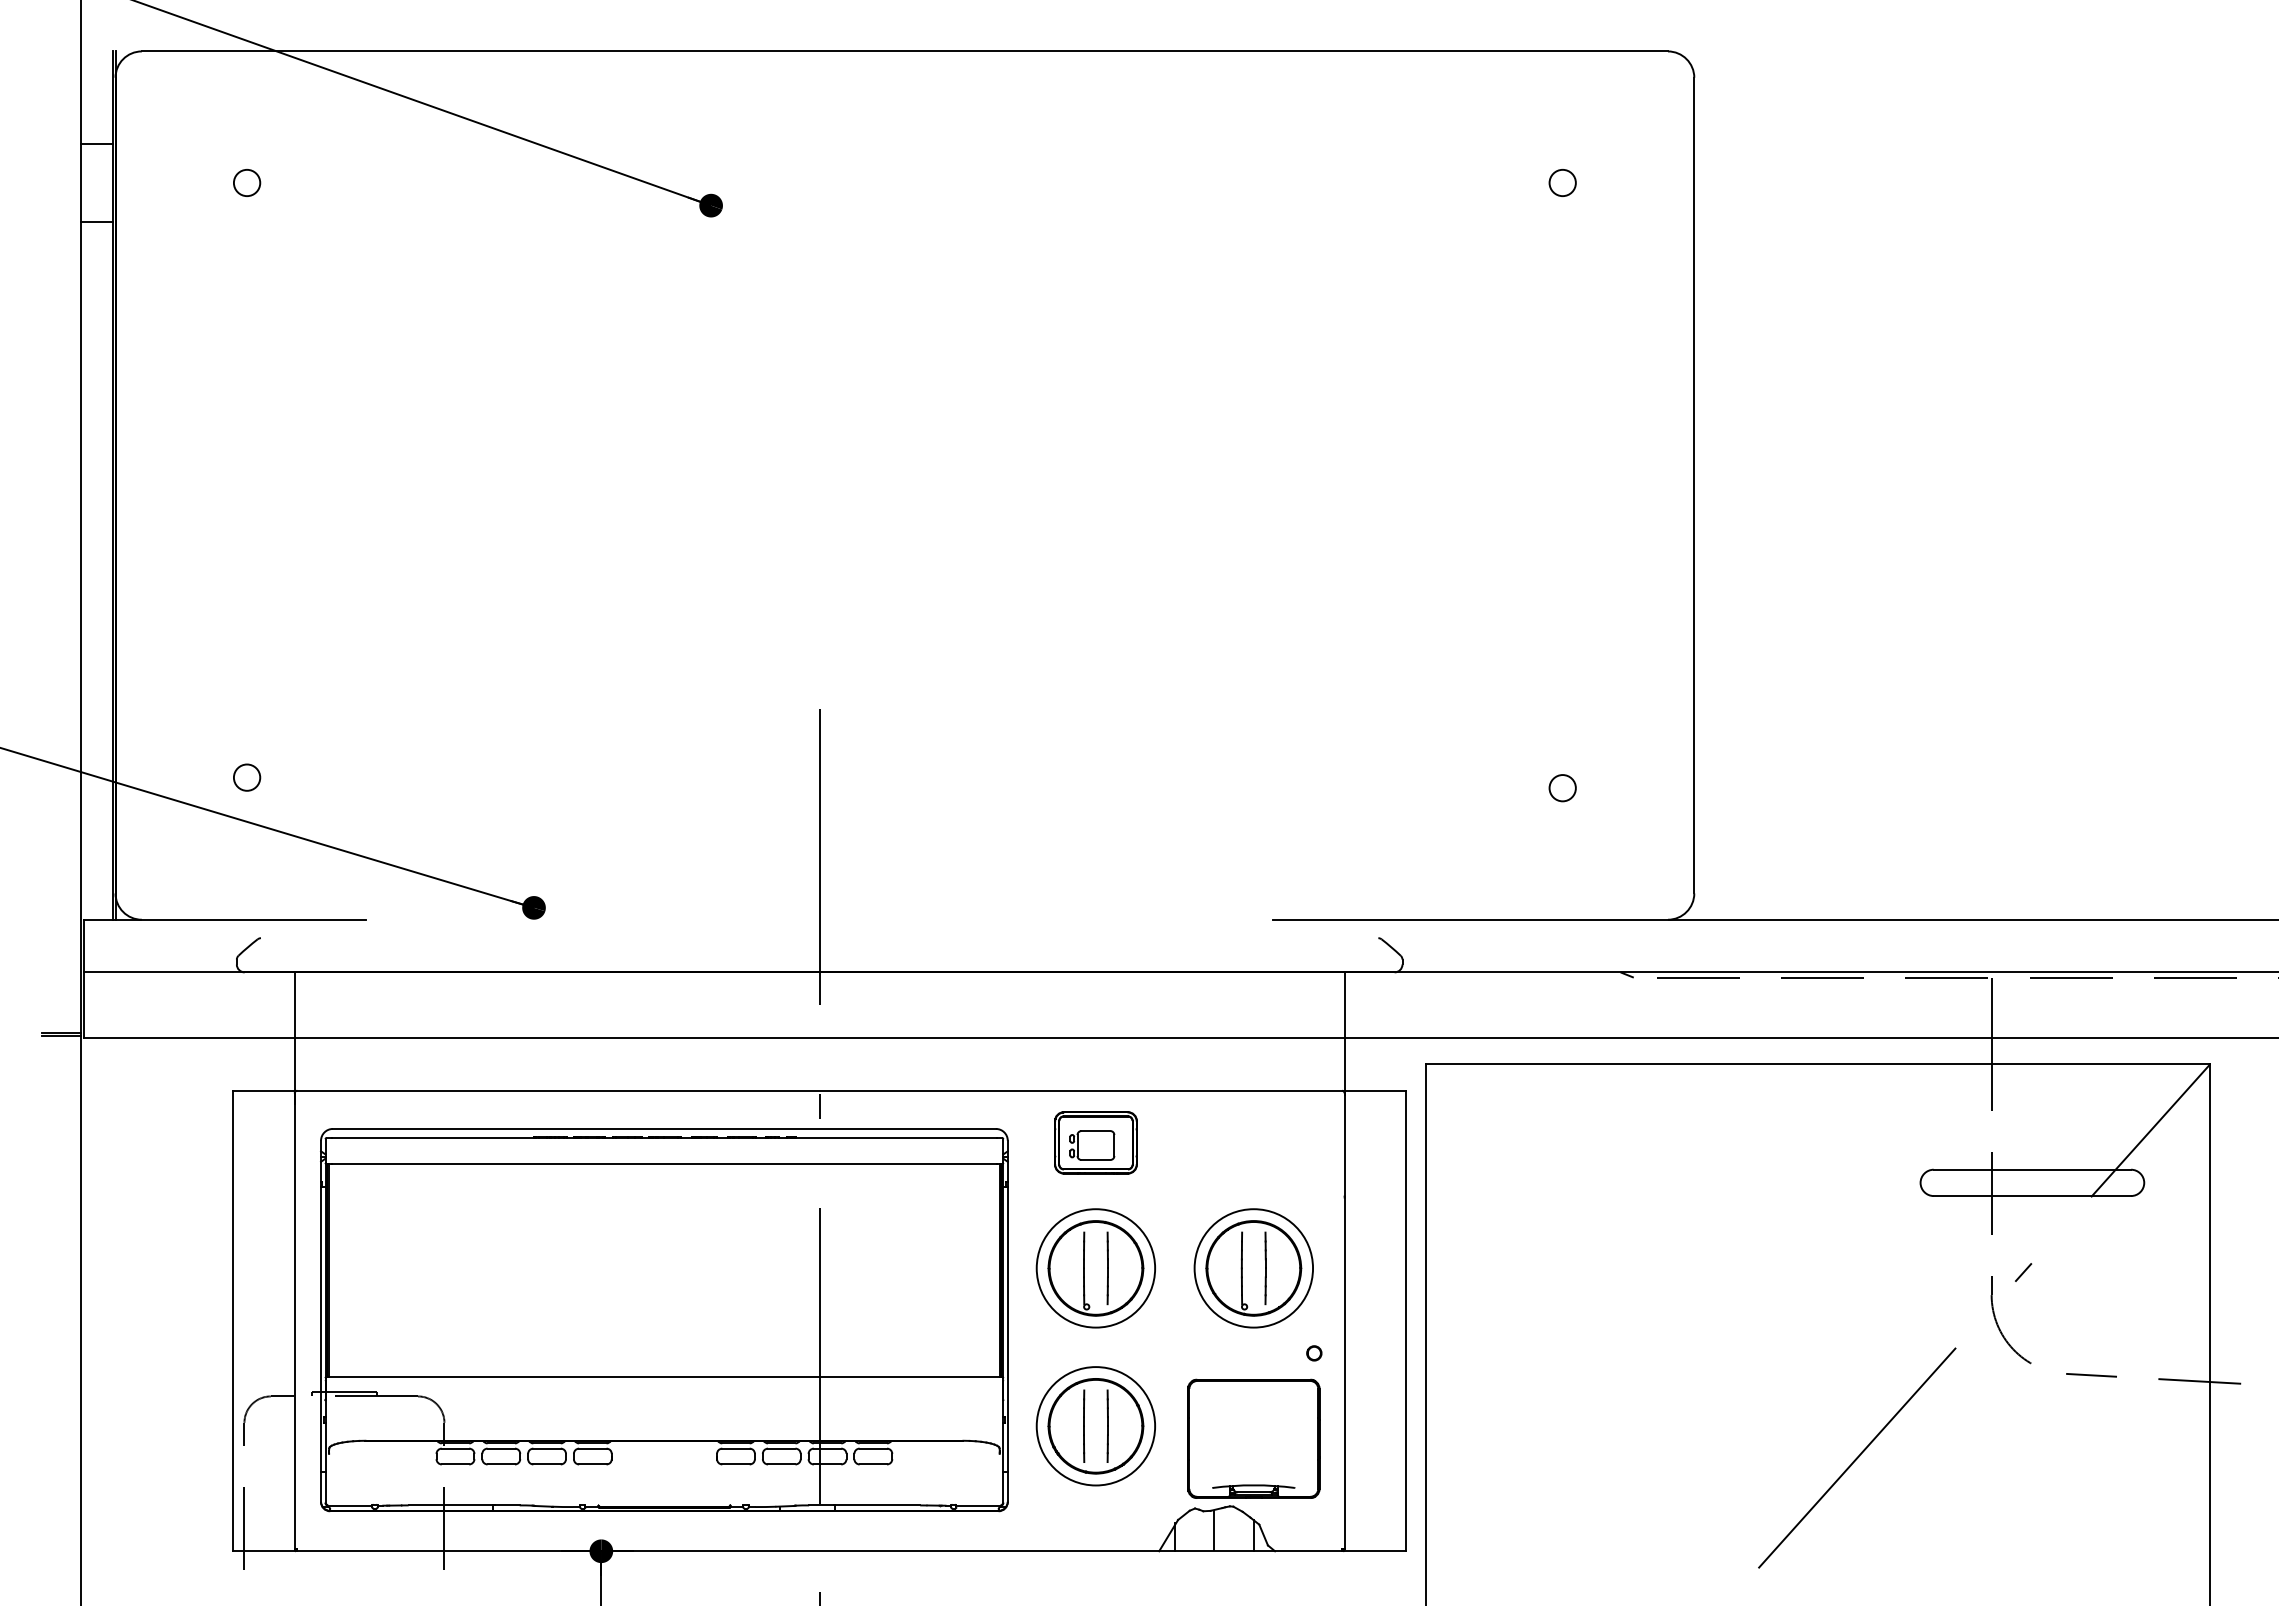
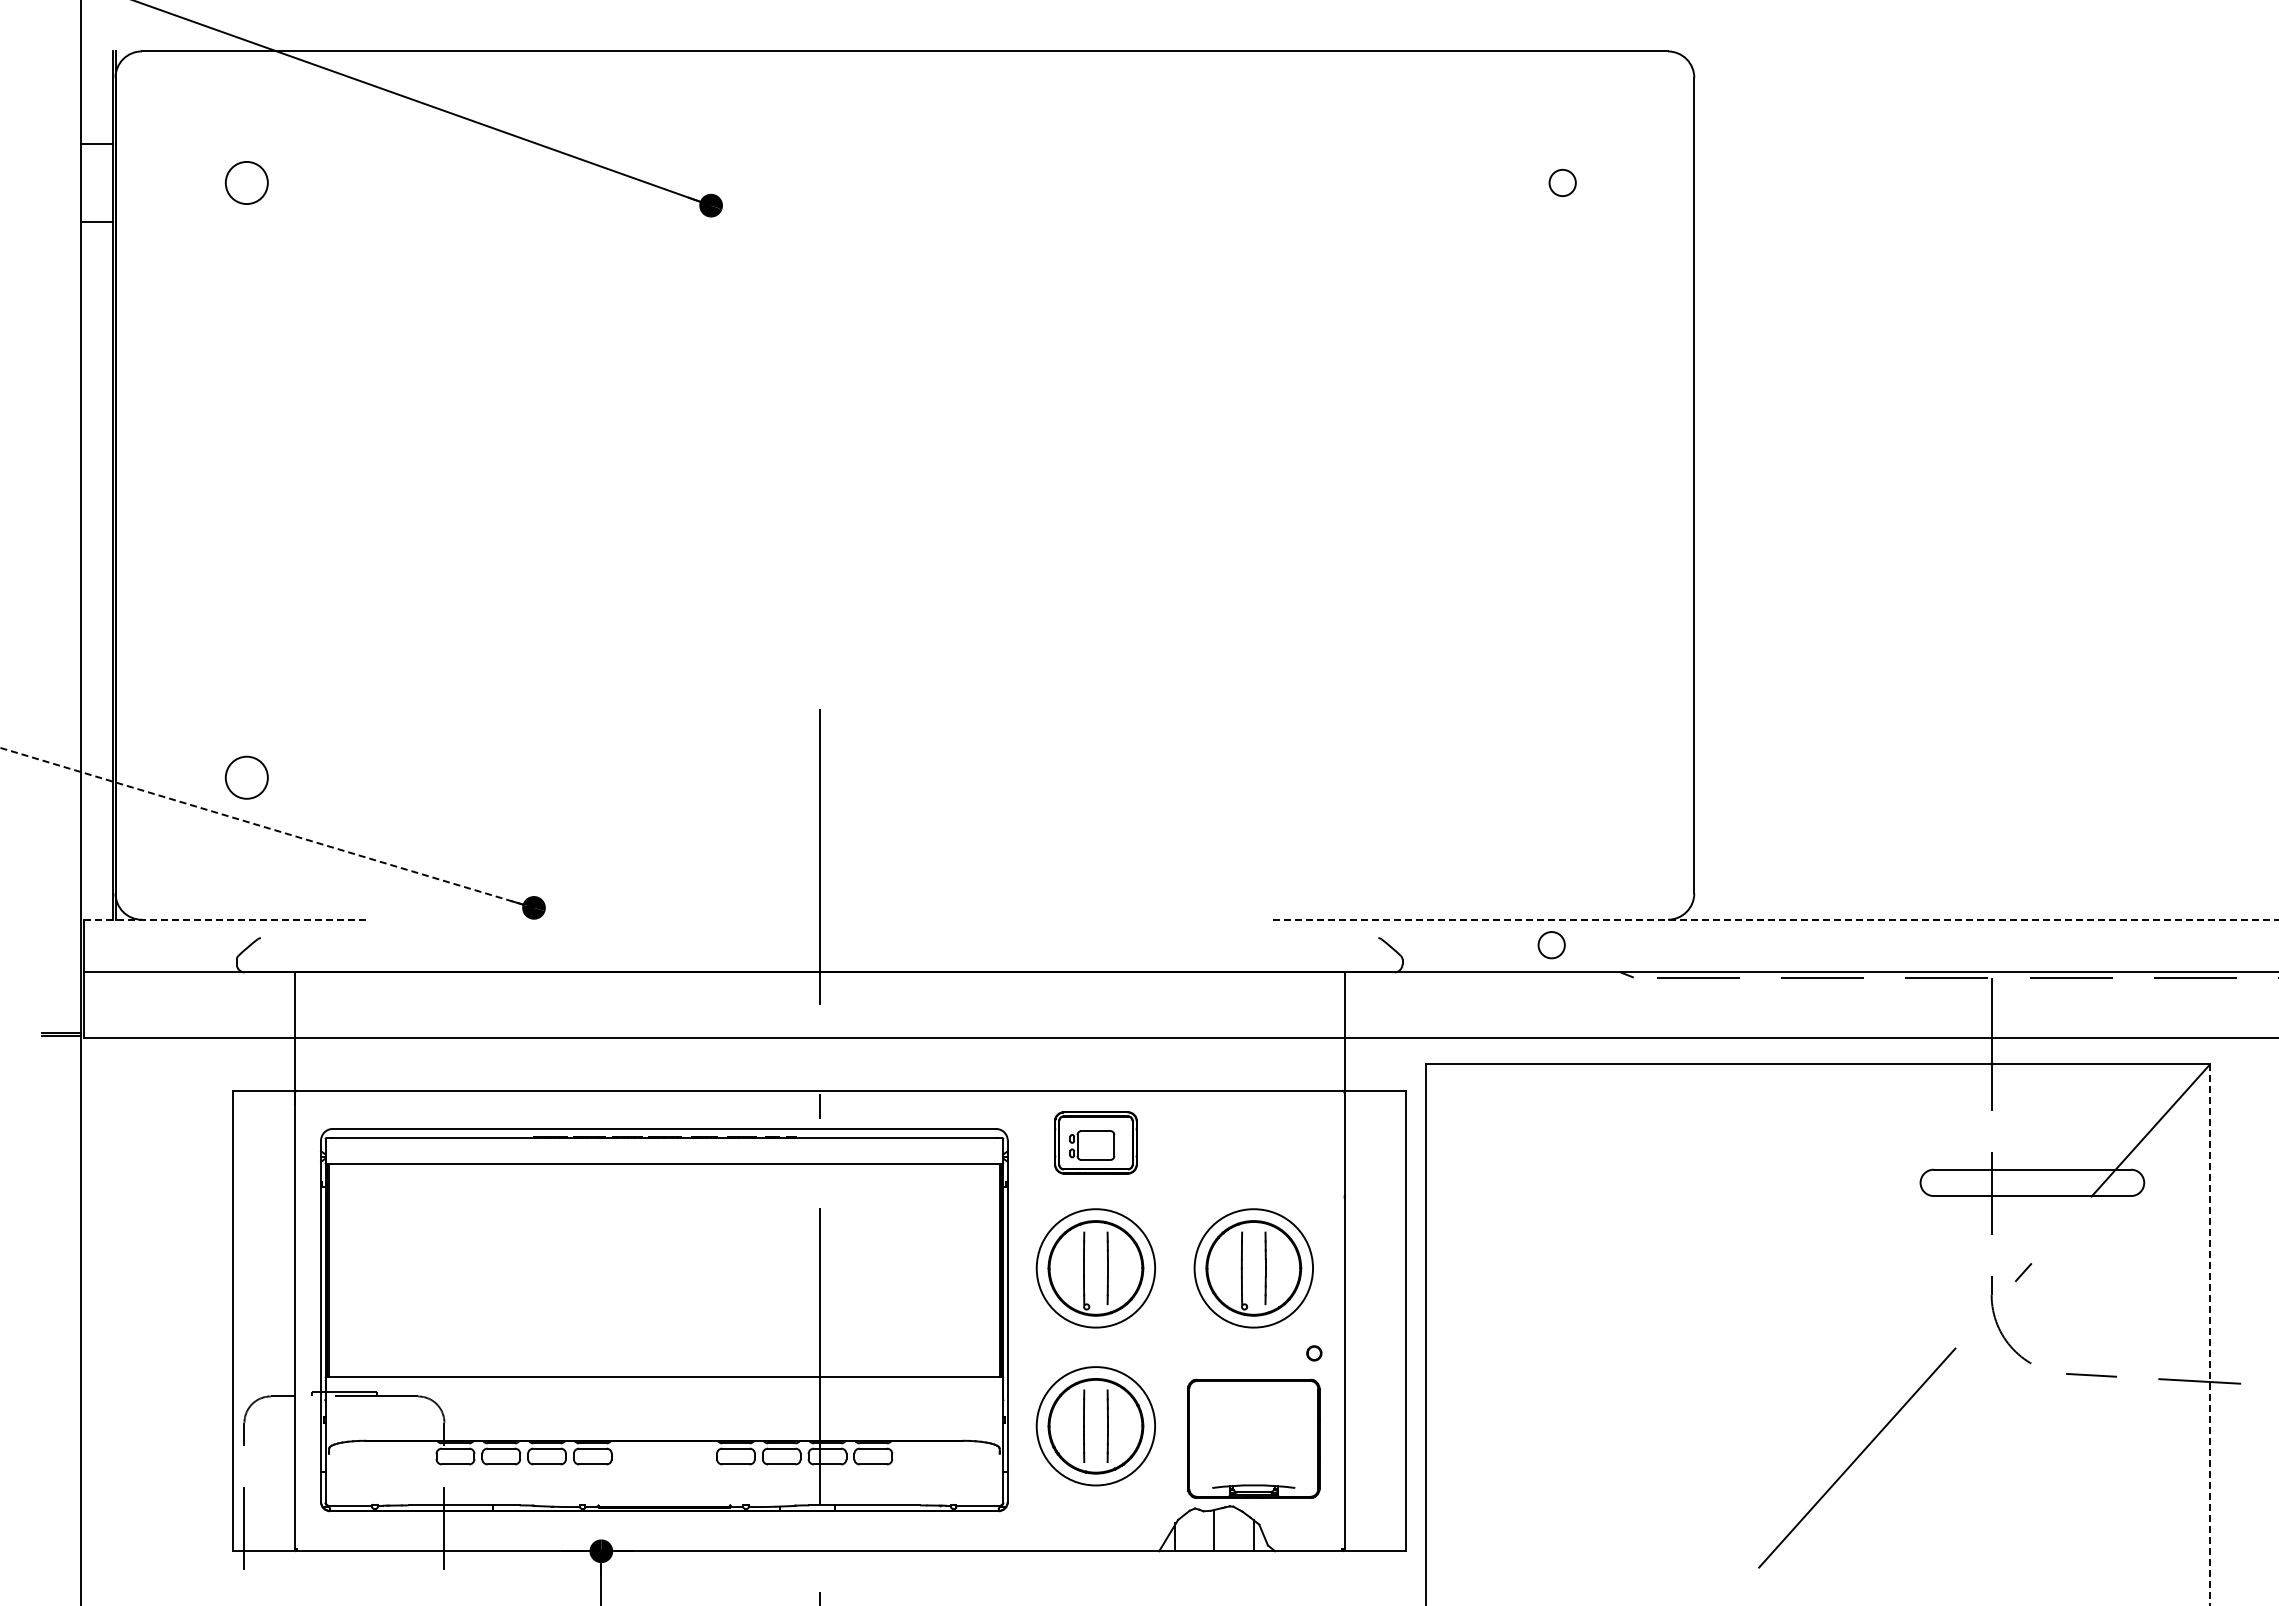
circle at (247, 182) size: 29x28 px -> 45x44 px
circle at (247, 777) size: 29x29 px -> 45x45 px
circle at (1562, 788) position: (1562, 788) -> (1551, 945)
line at (266, 827): solid -> dashed
line at (224, 919): solid -> dashed
line at (1775, 919): solid -> dashed
line at (2210, 1335): solid -> dashed
